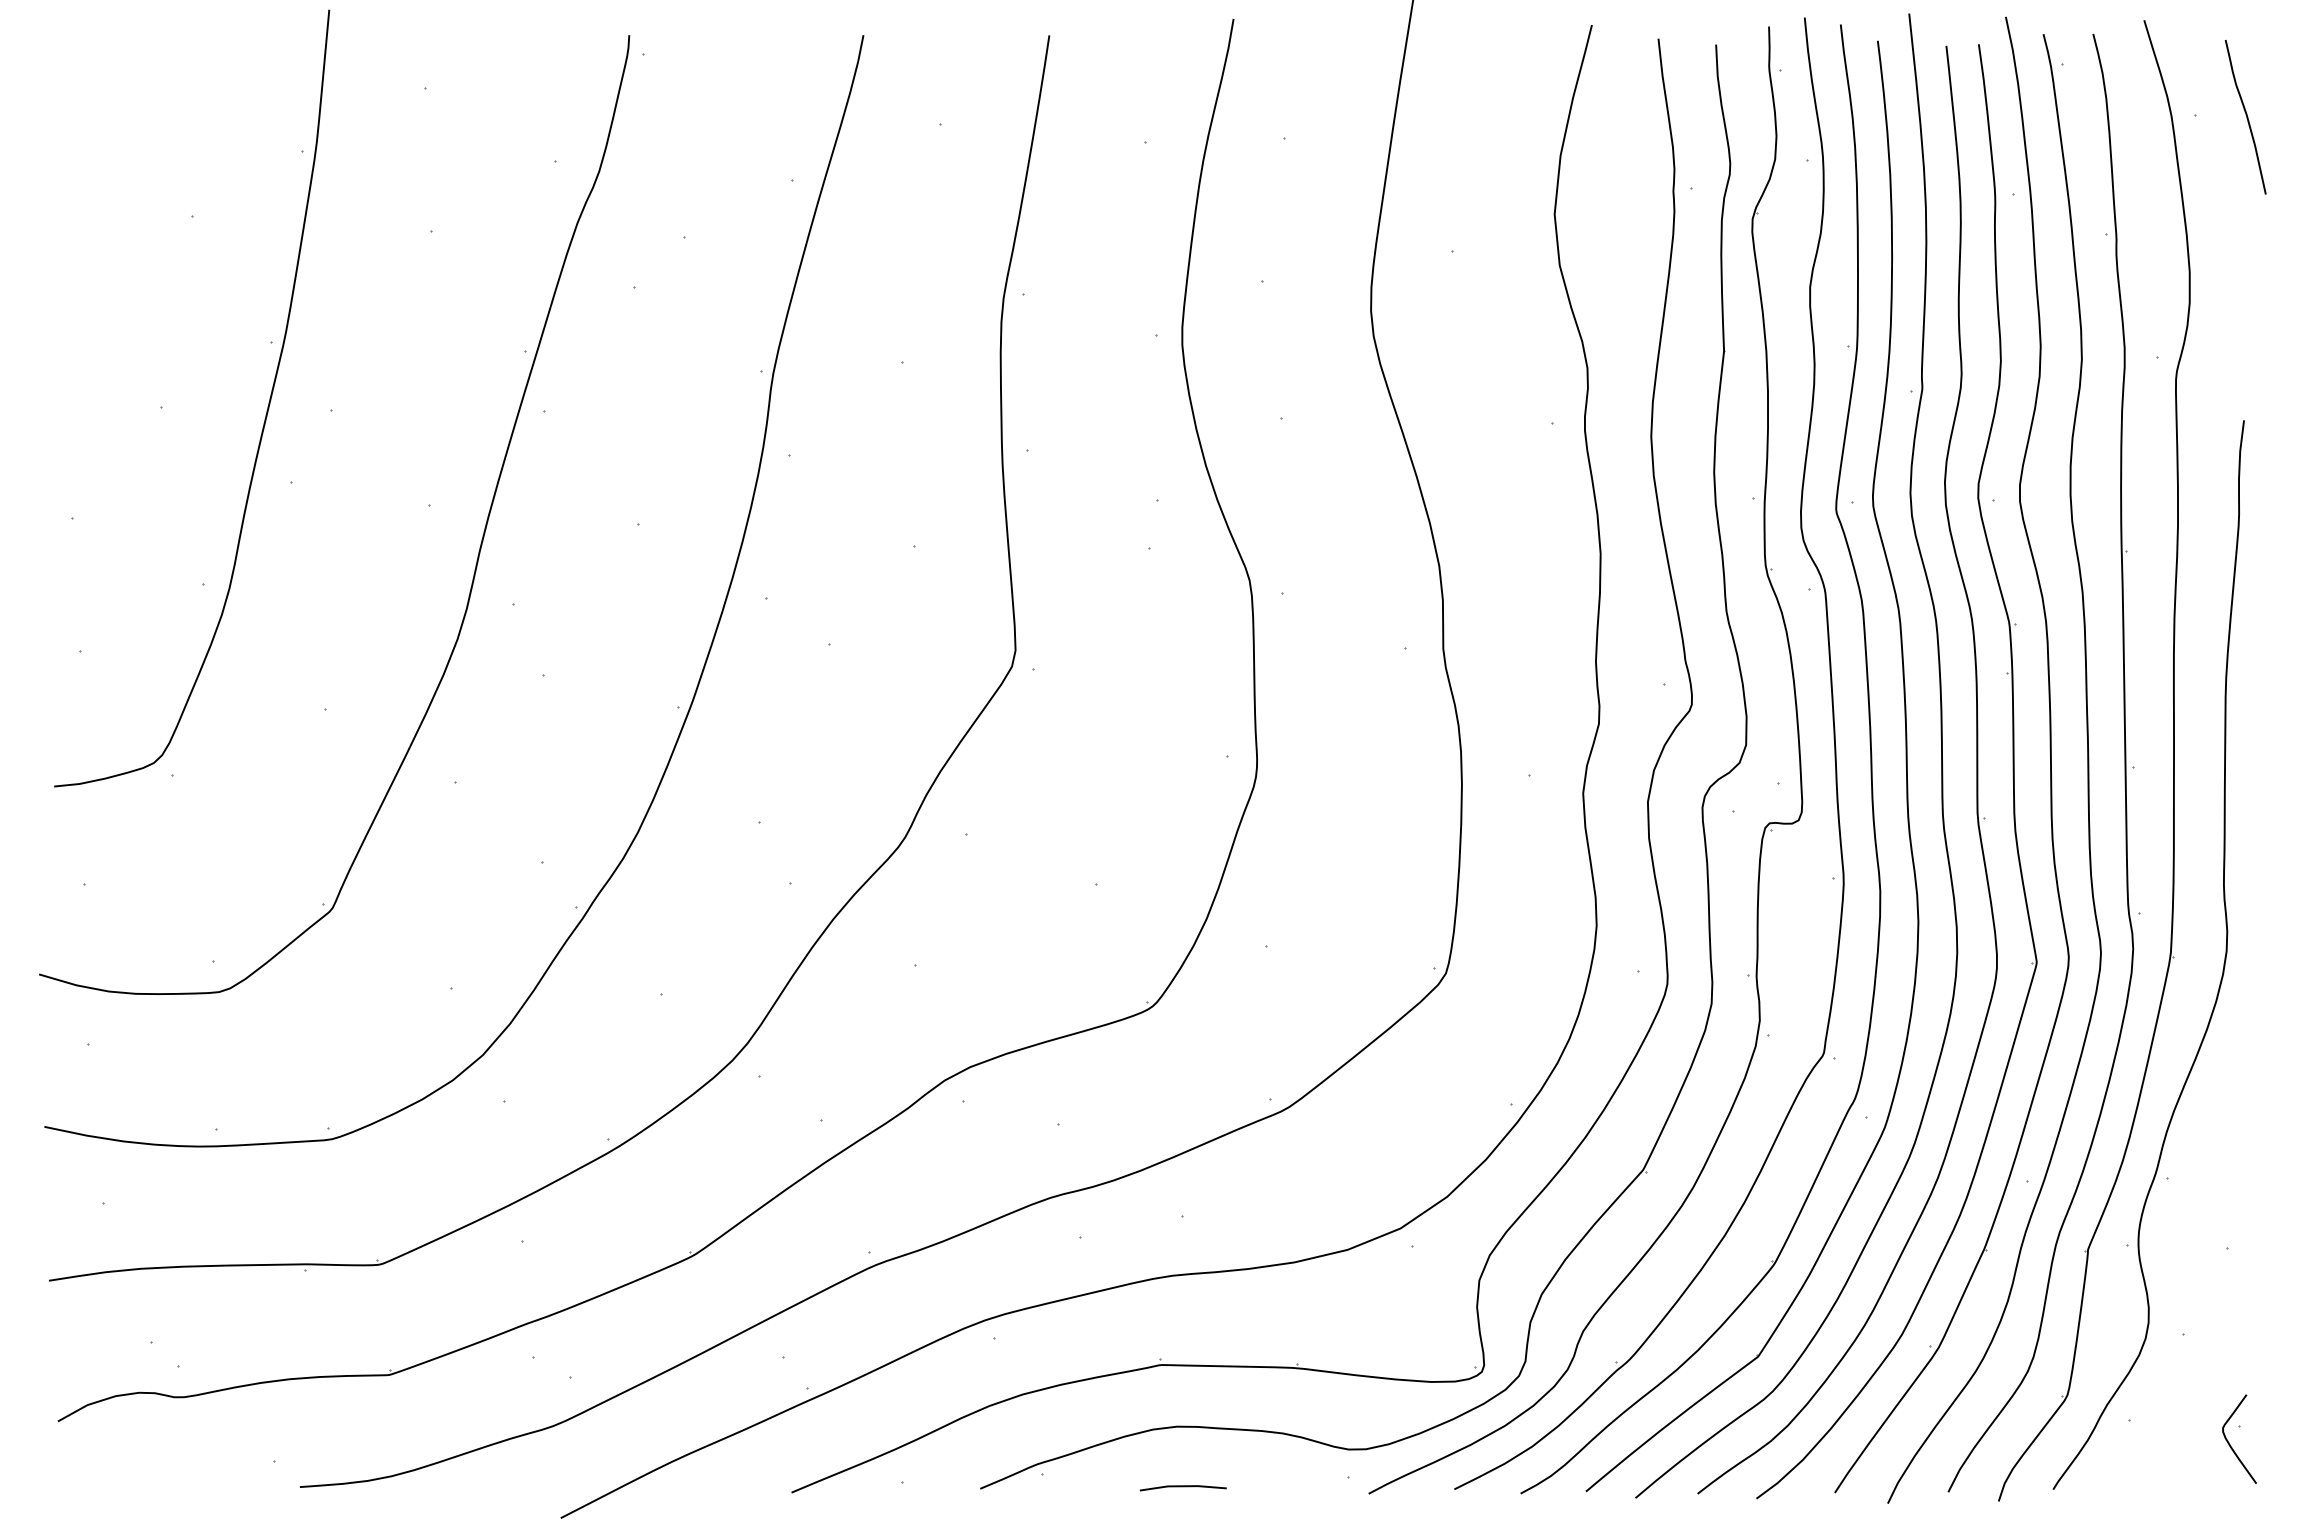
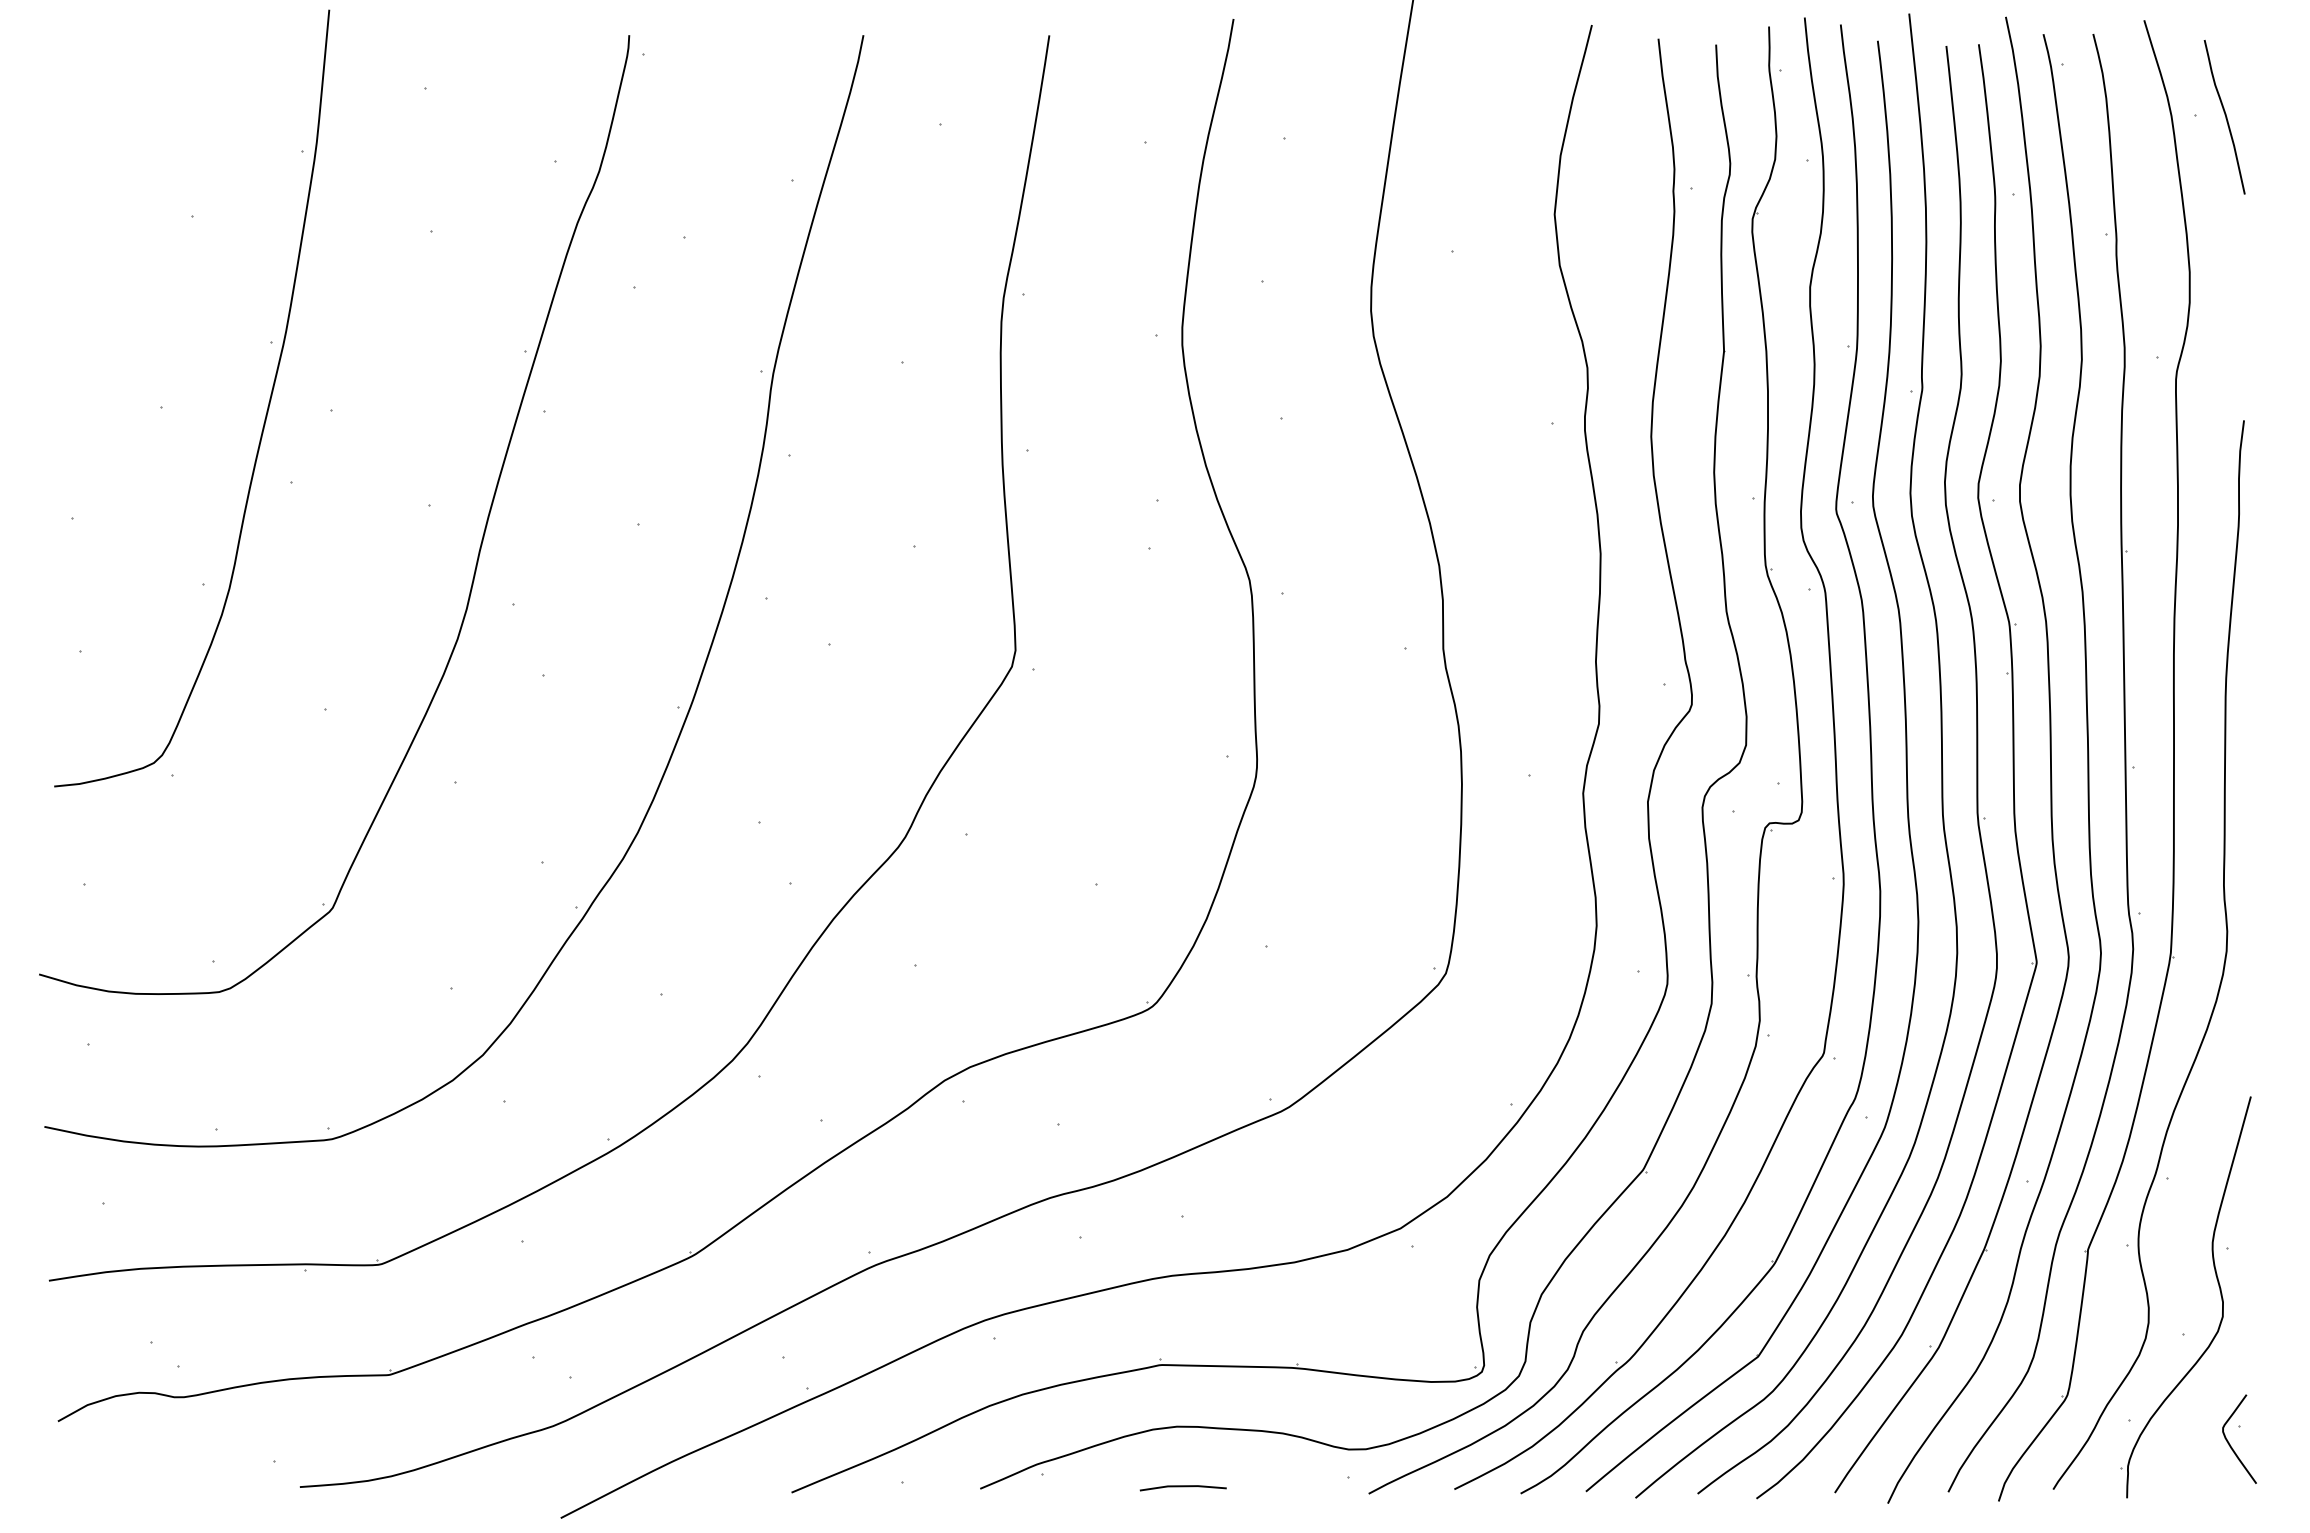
curve at (2246, 117) position: (2246, 117) -> (2225, 117)
part at (2219, 1290): none -> present
